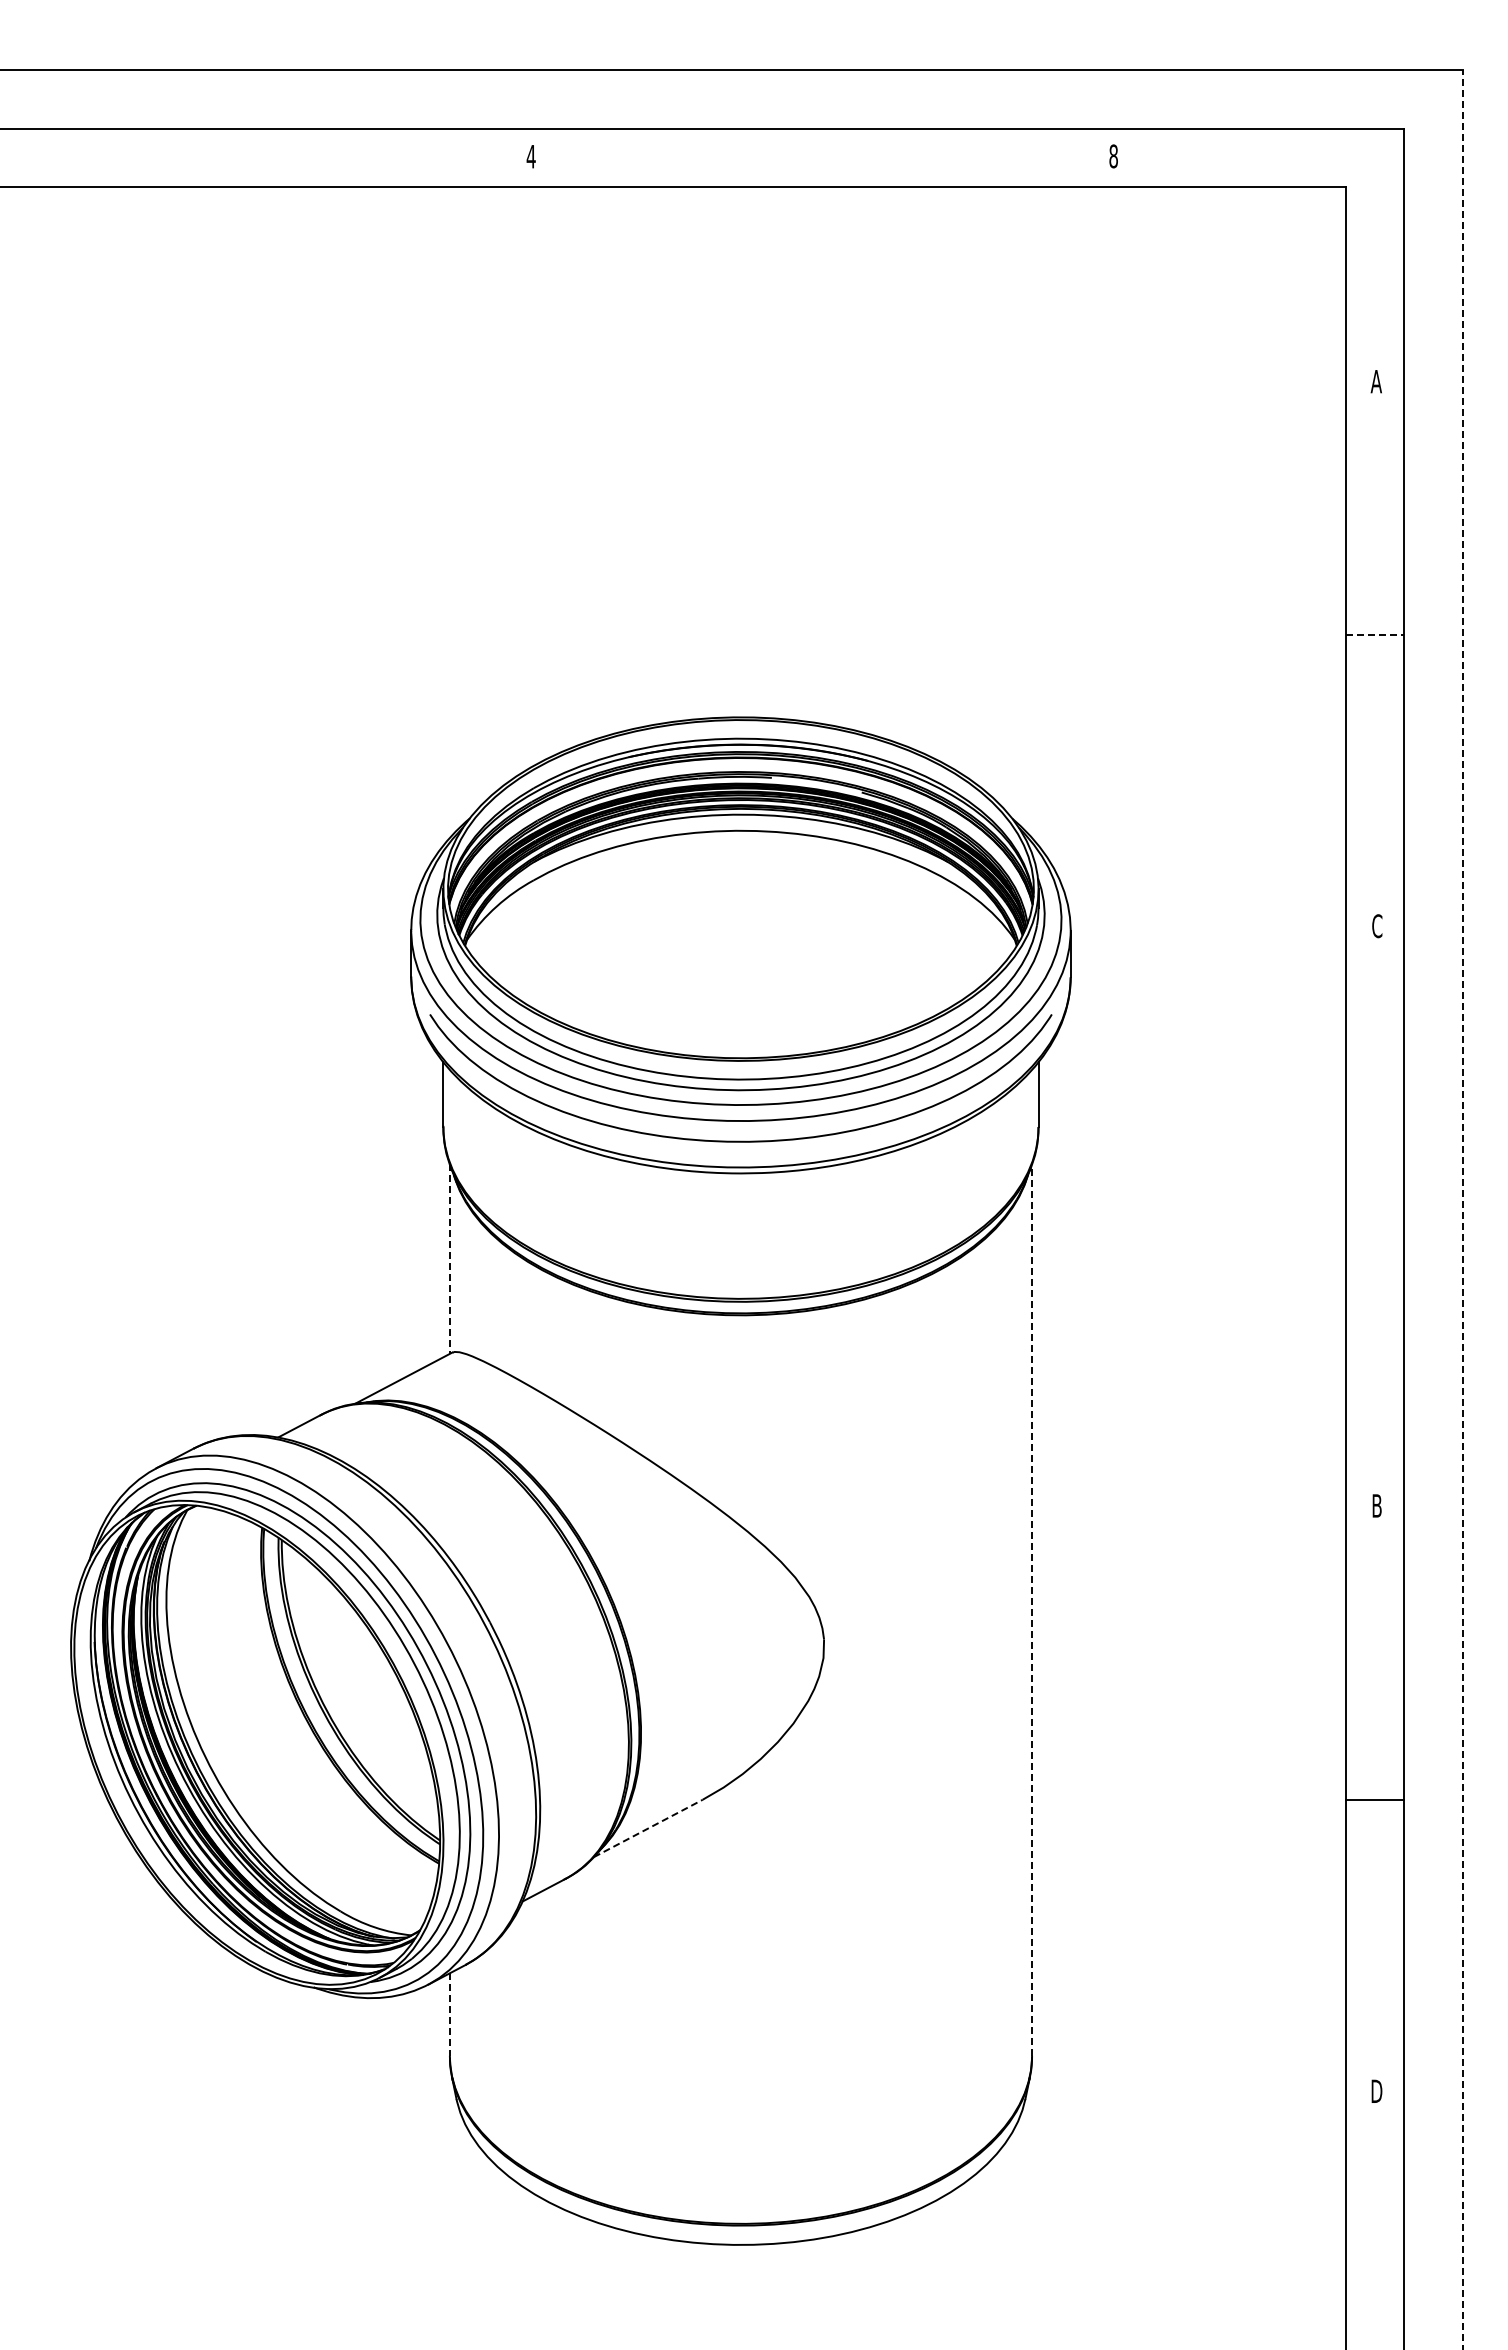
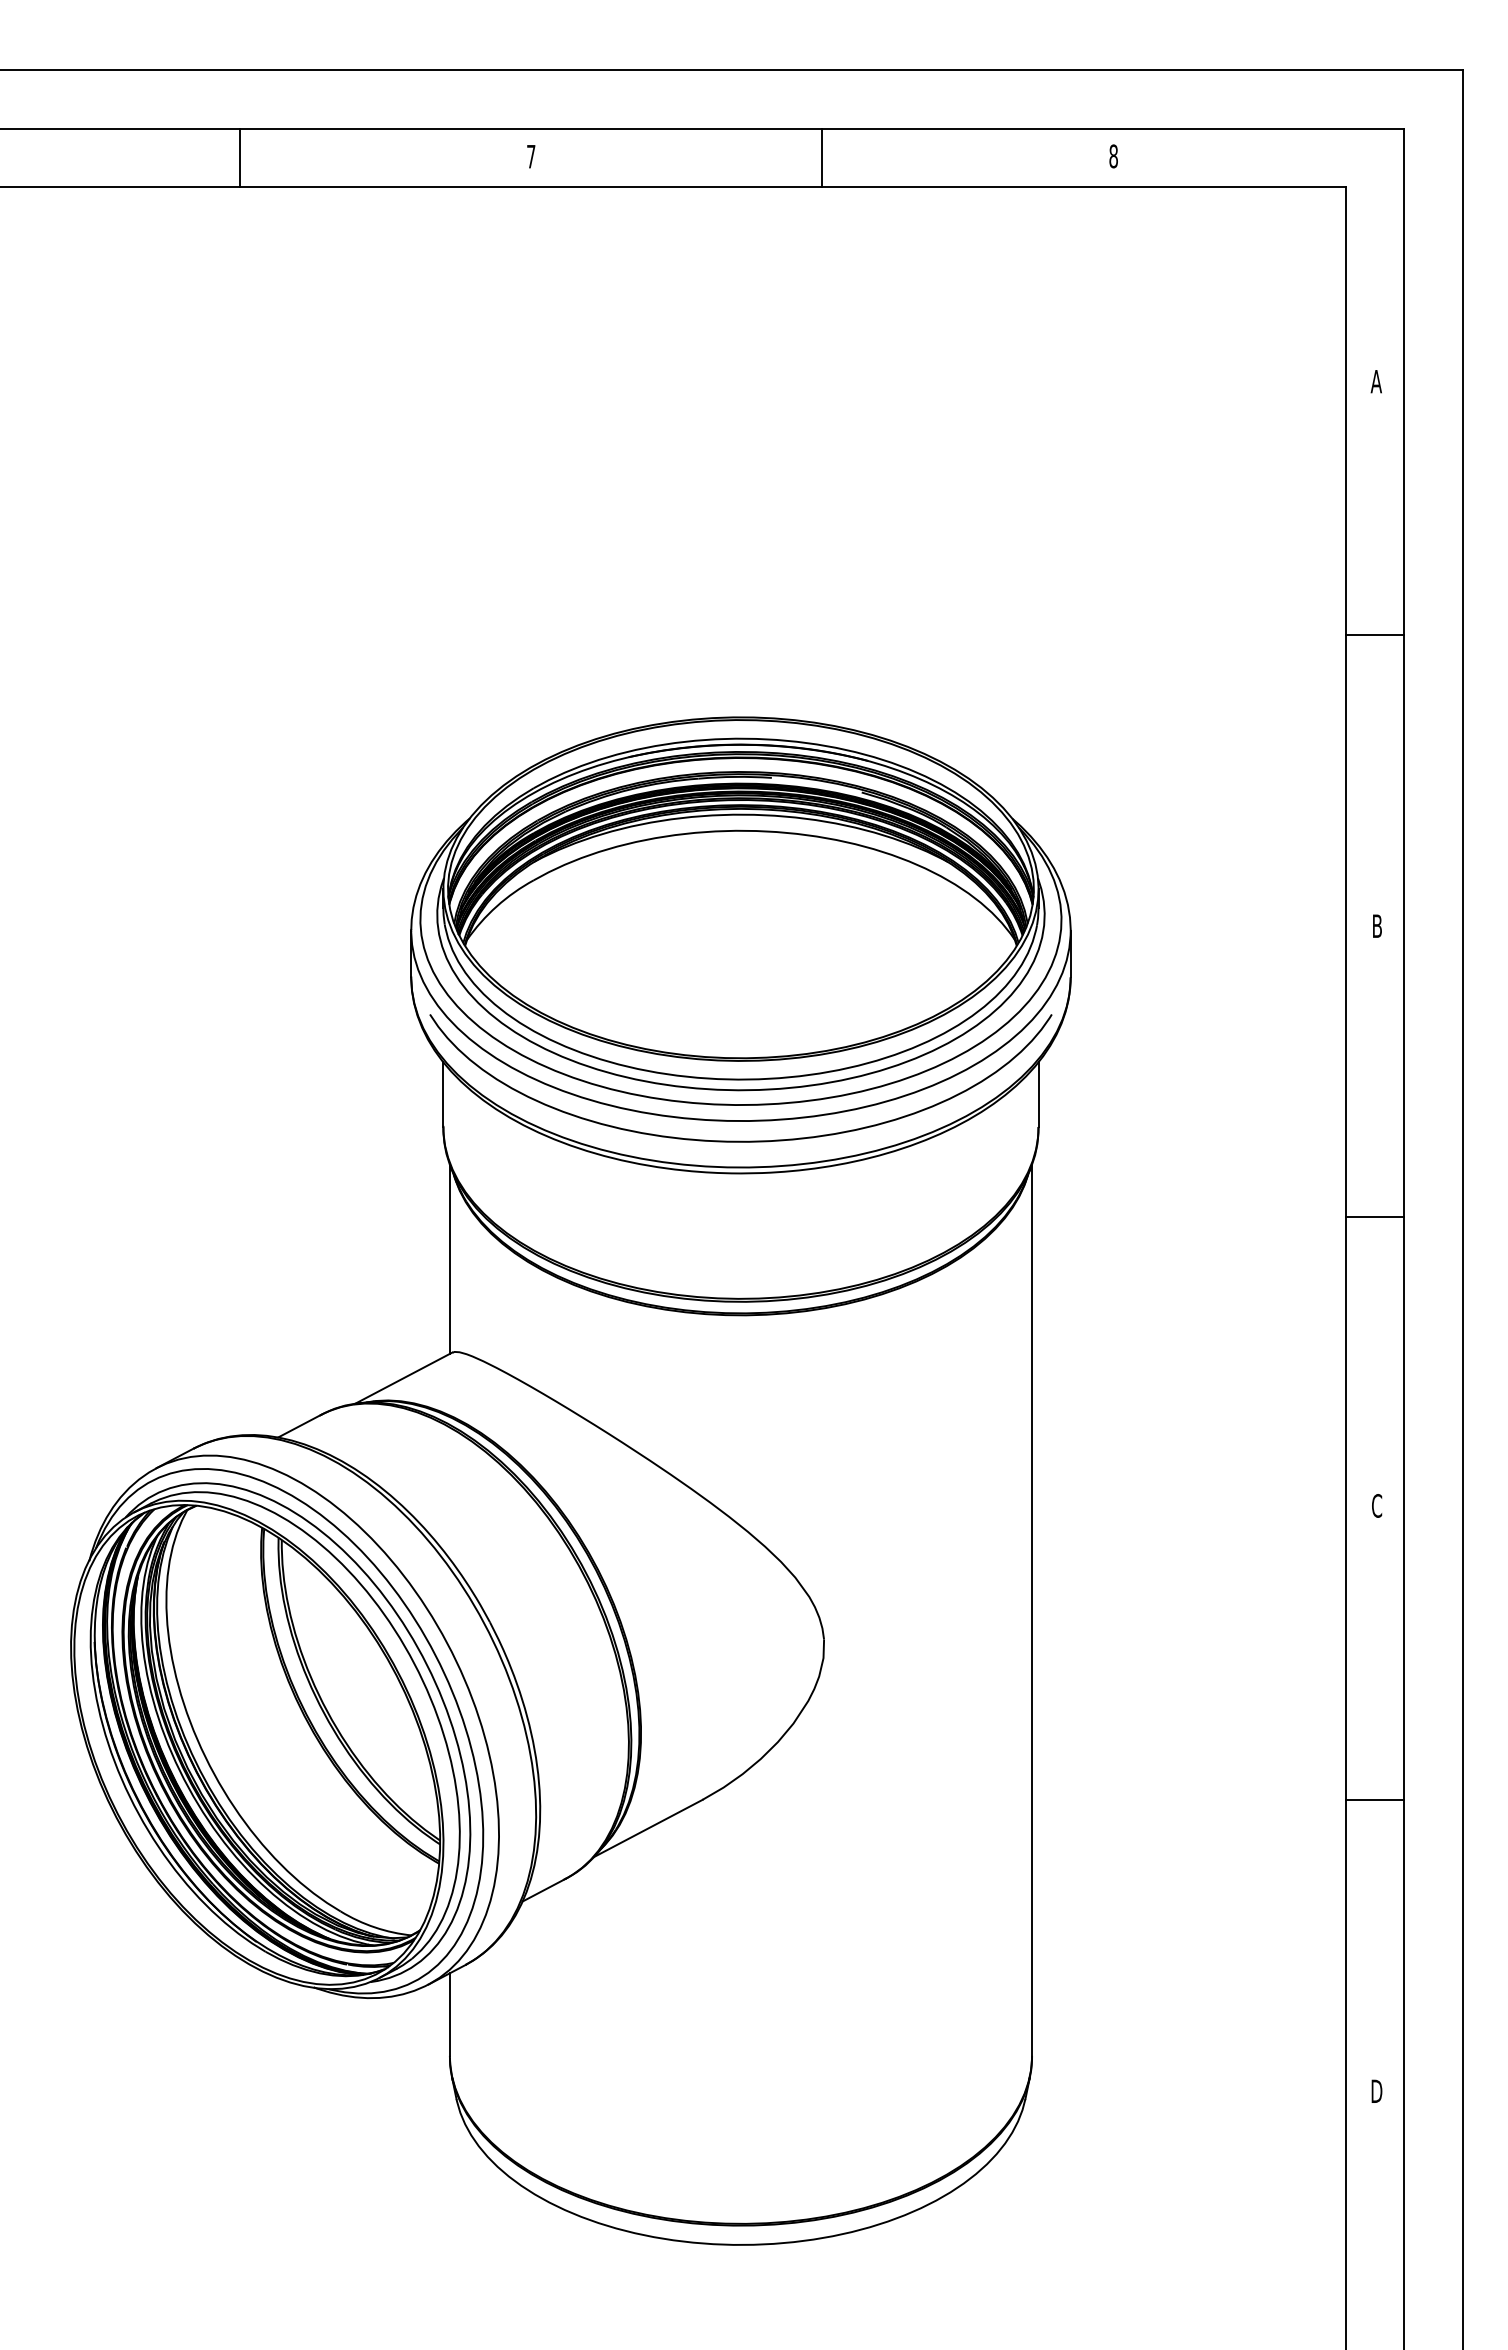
text at (530, 156): 4 -> 7
line at (239, 157): none -> present
line at (822, 157): none -> present
line at (1375, 635): dashed -> solid
text at (1377, 926): C -> B
line at (1462, 1209): dashed -> solid
line at (1375, 1217): none -> present
line at (449, 1258): dashed -> solid
text at (1377, 1505): B -> C
line at (1032, 1609): dashed -> solid
line at (648, 1828): dashed -> solid
line at (449, 2015): dashed -> solid
